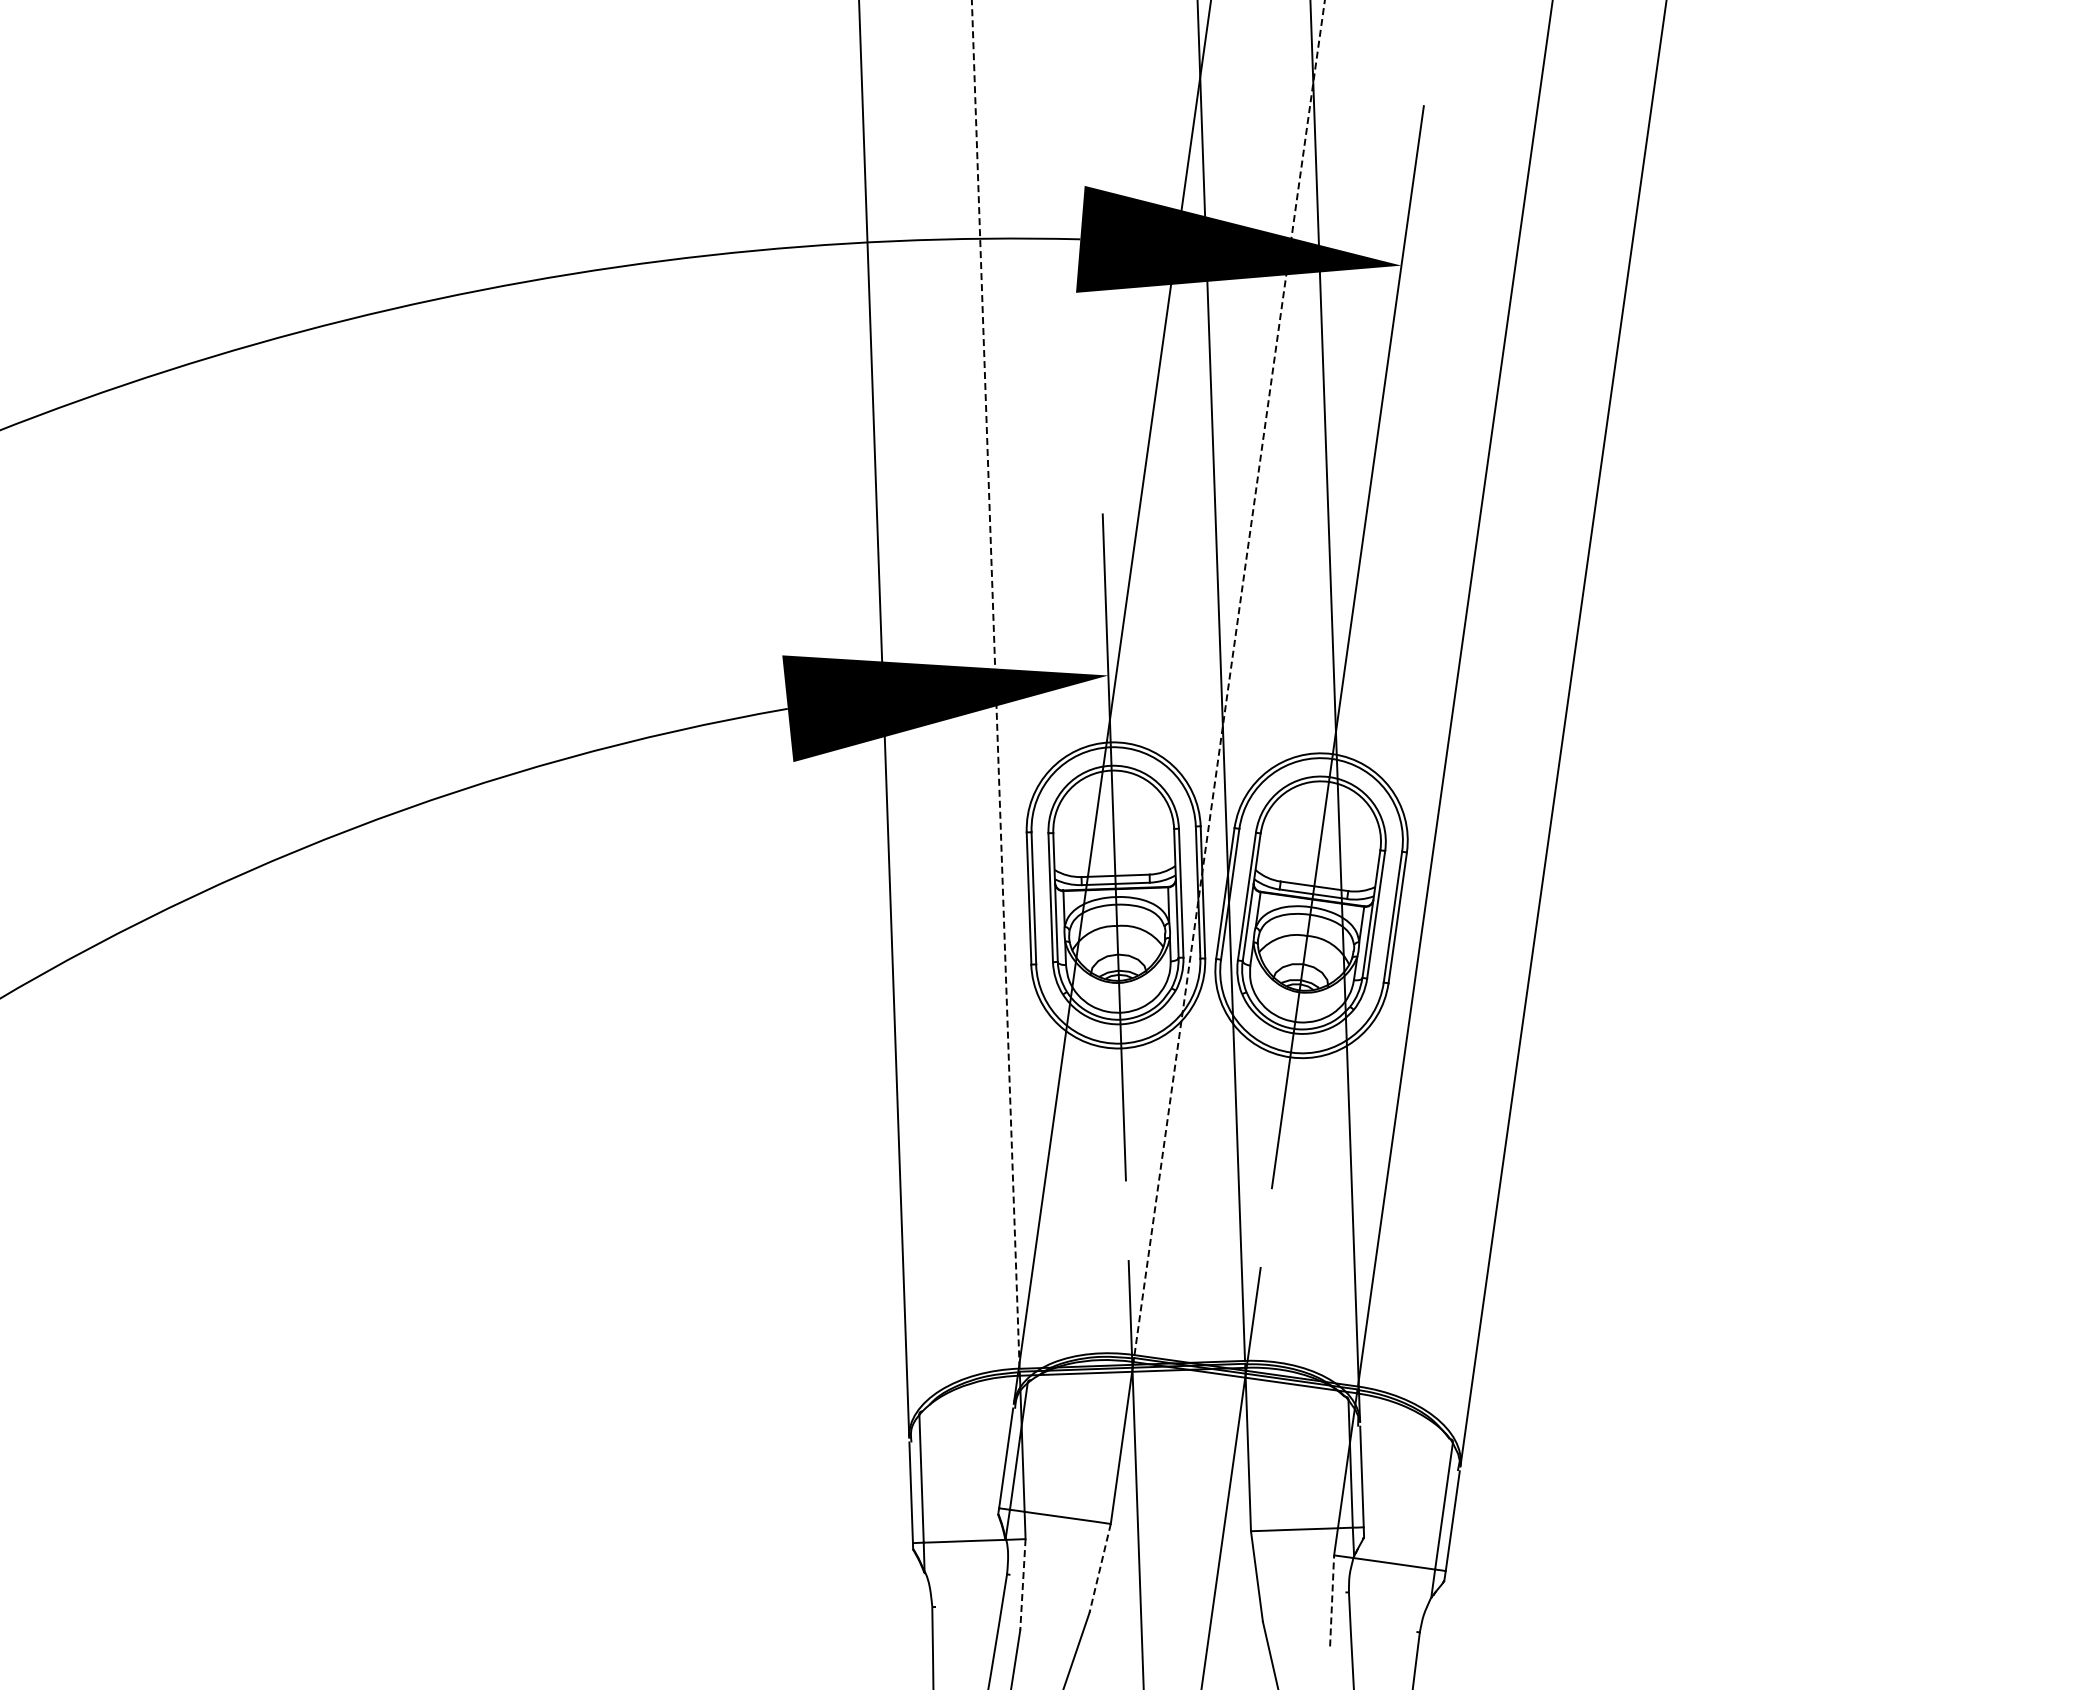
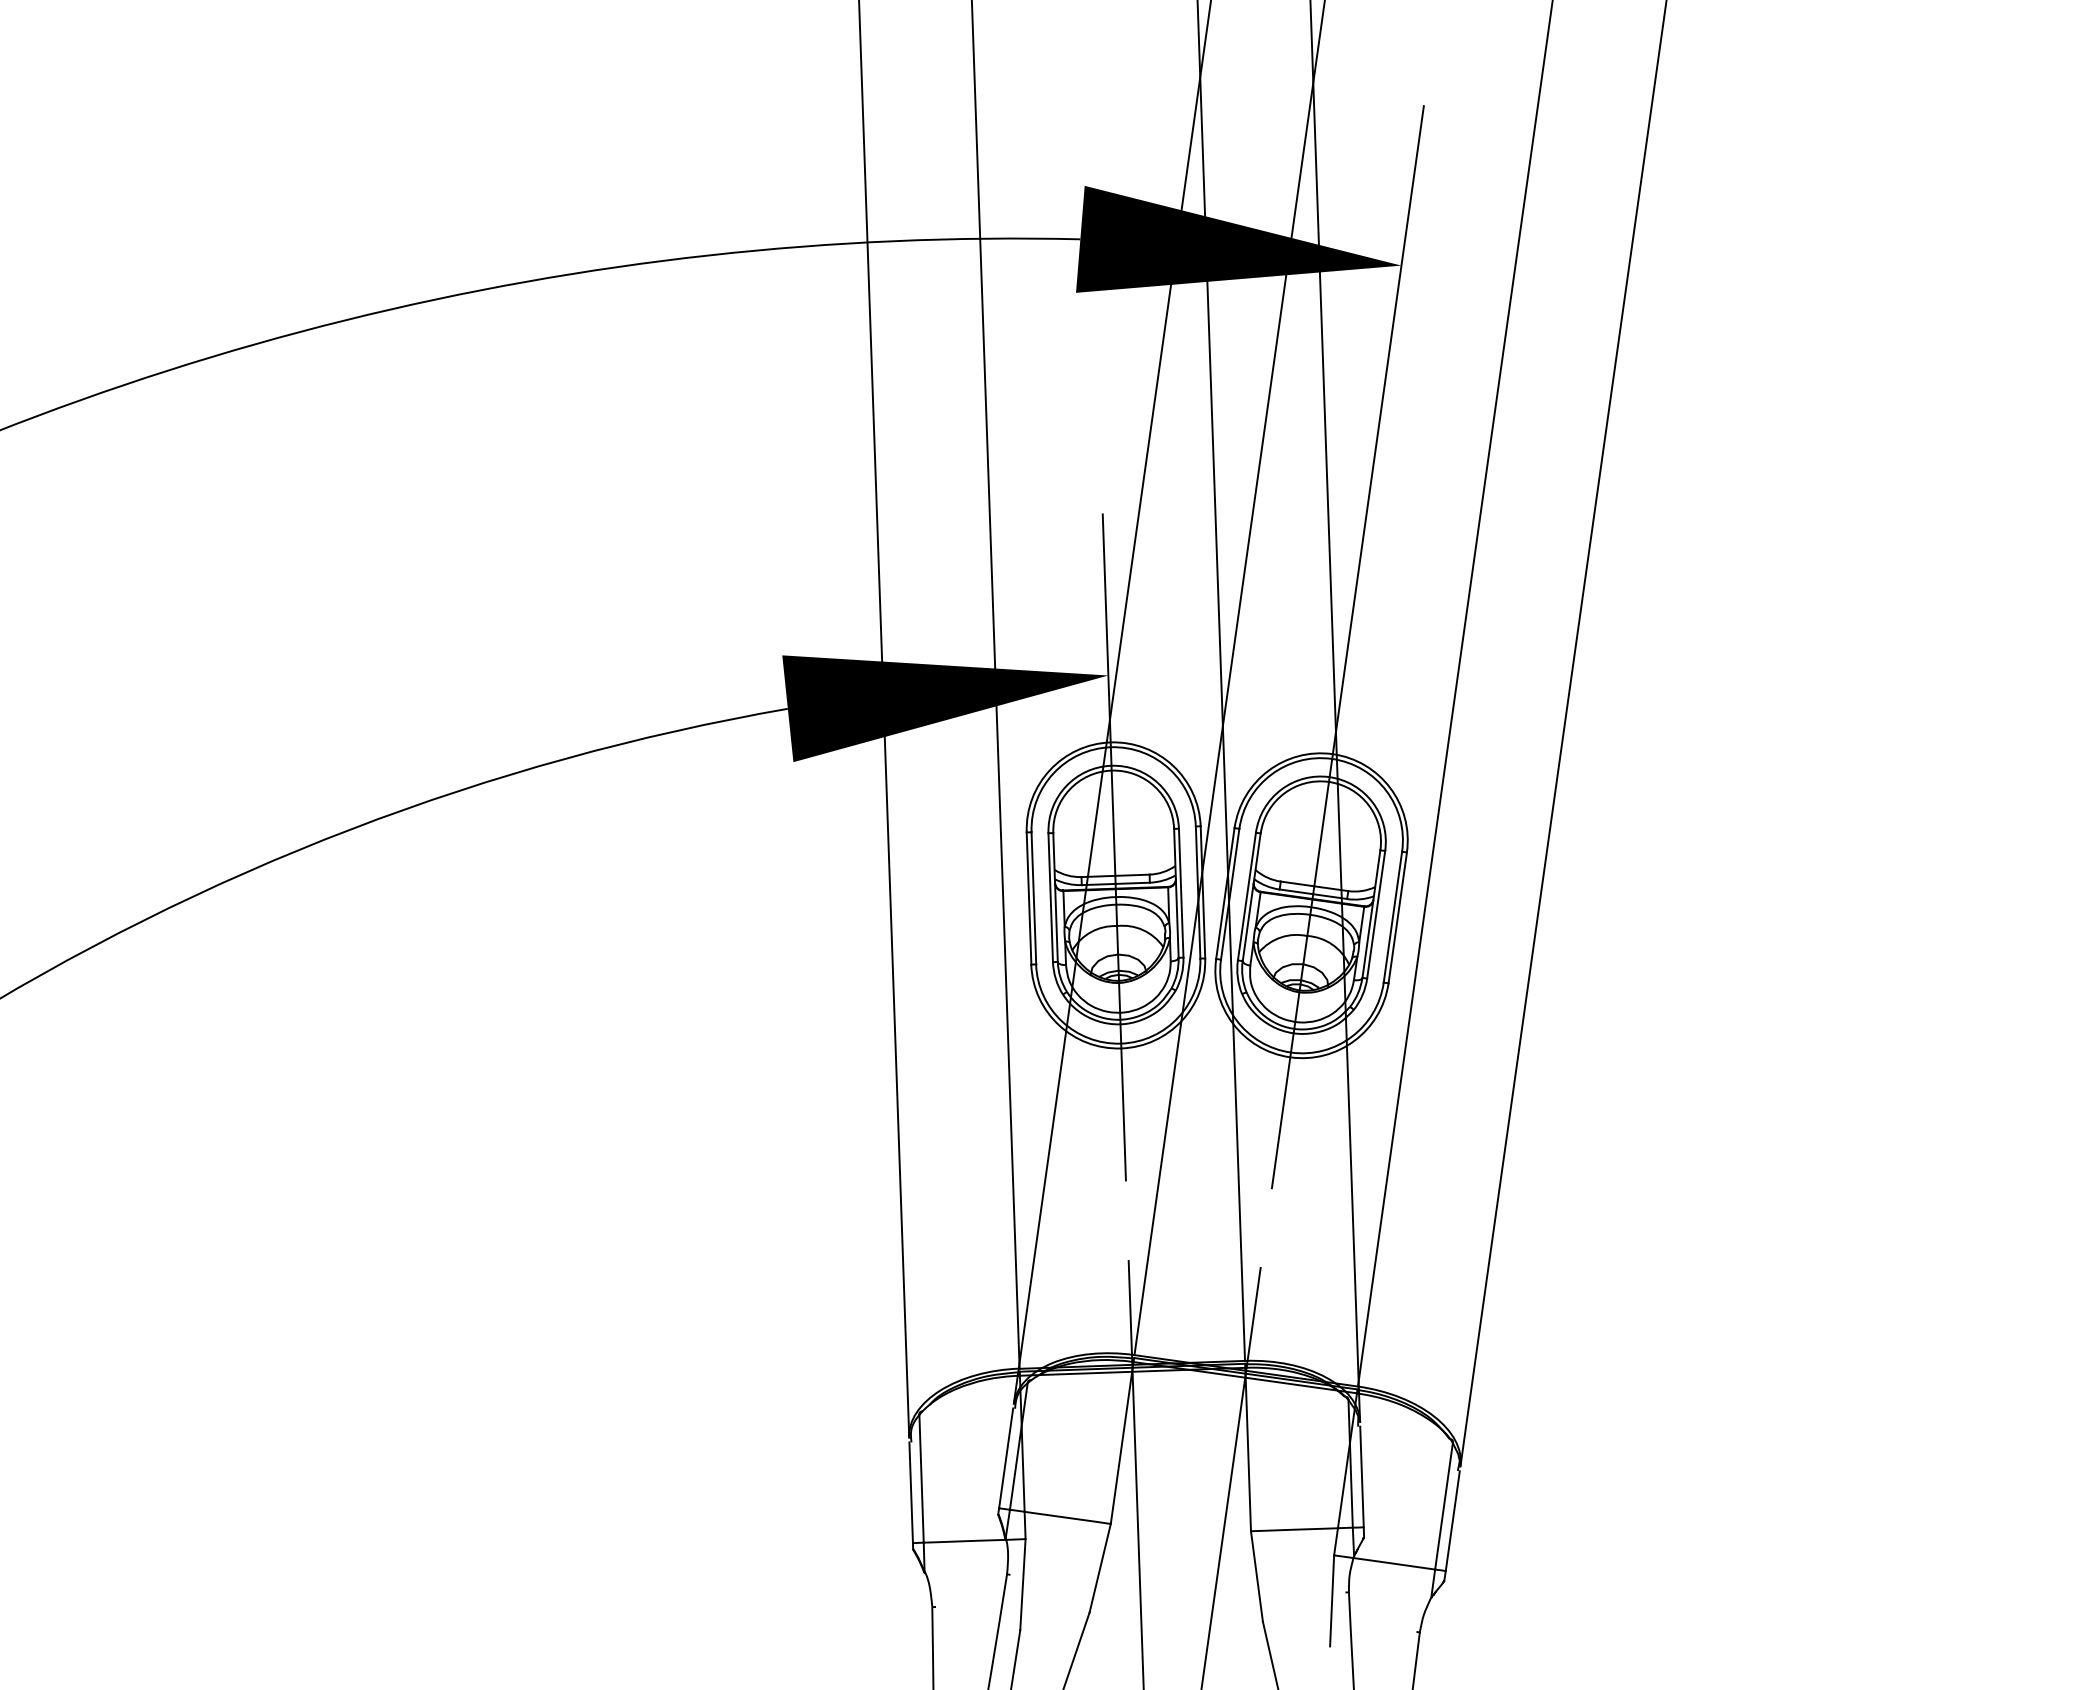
line at (1229, 677): dashed -> solid
line at (995, 685): dashed -> solid
line at (1100, 1568): dashed -> solid
line at (1022, 1584): dashed -> solid
line at (1332, 1600): dashed -> solid
